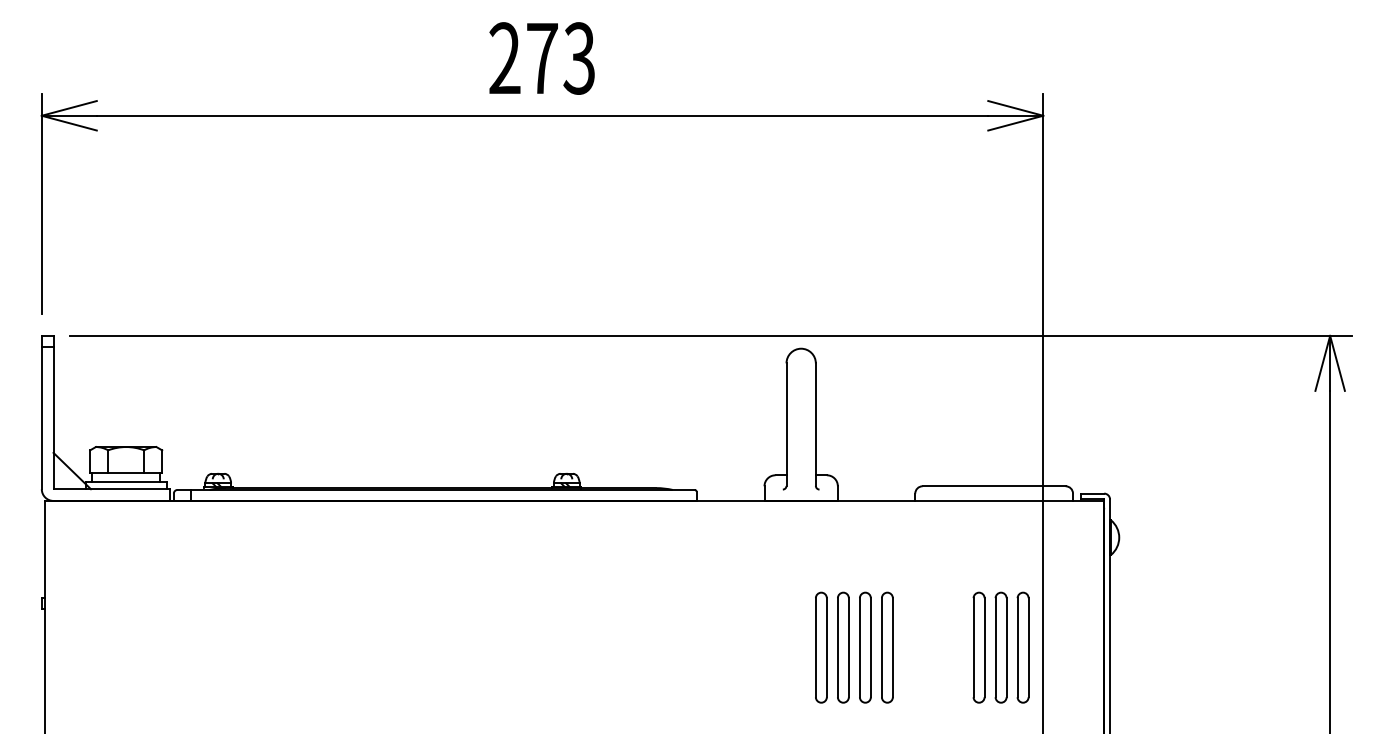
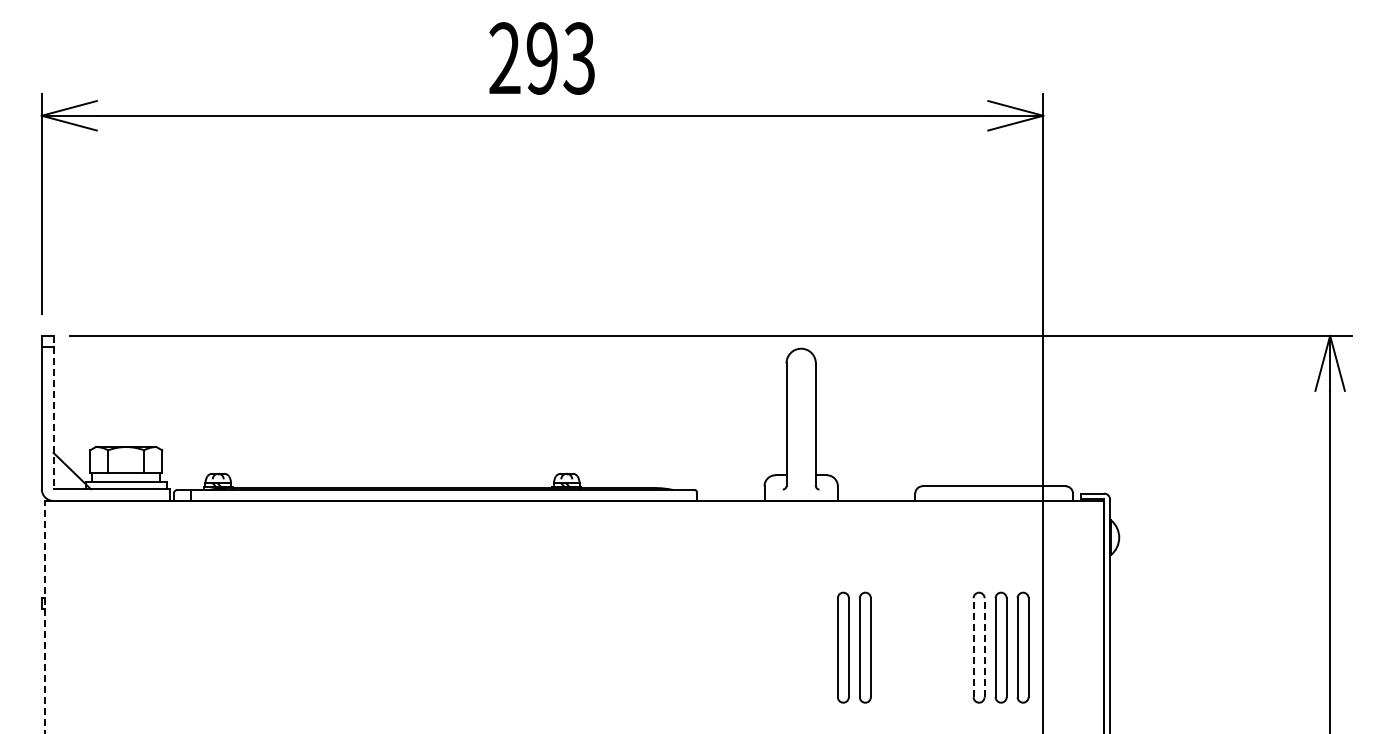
text at (541, 58): 273 -> 293
line at (53, 412): solid -> dashed
line at (45, 616): solid -> dashed
part at (821, 647): present -> none
part at (887, 647): present -> none
line at (973, 647): solid -> dashed
line at (984, 647): solid -> dashed
